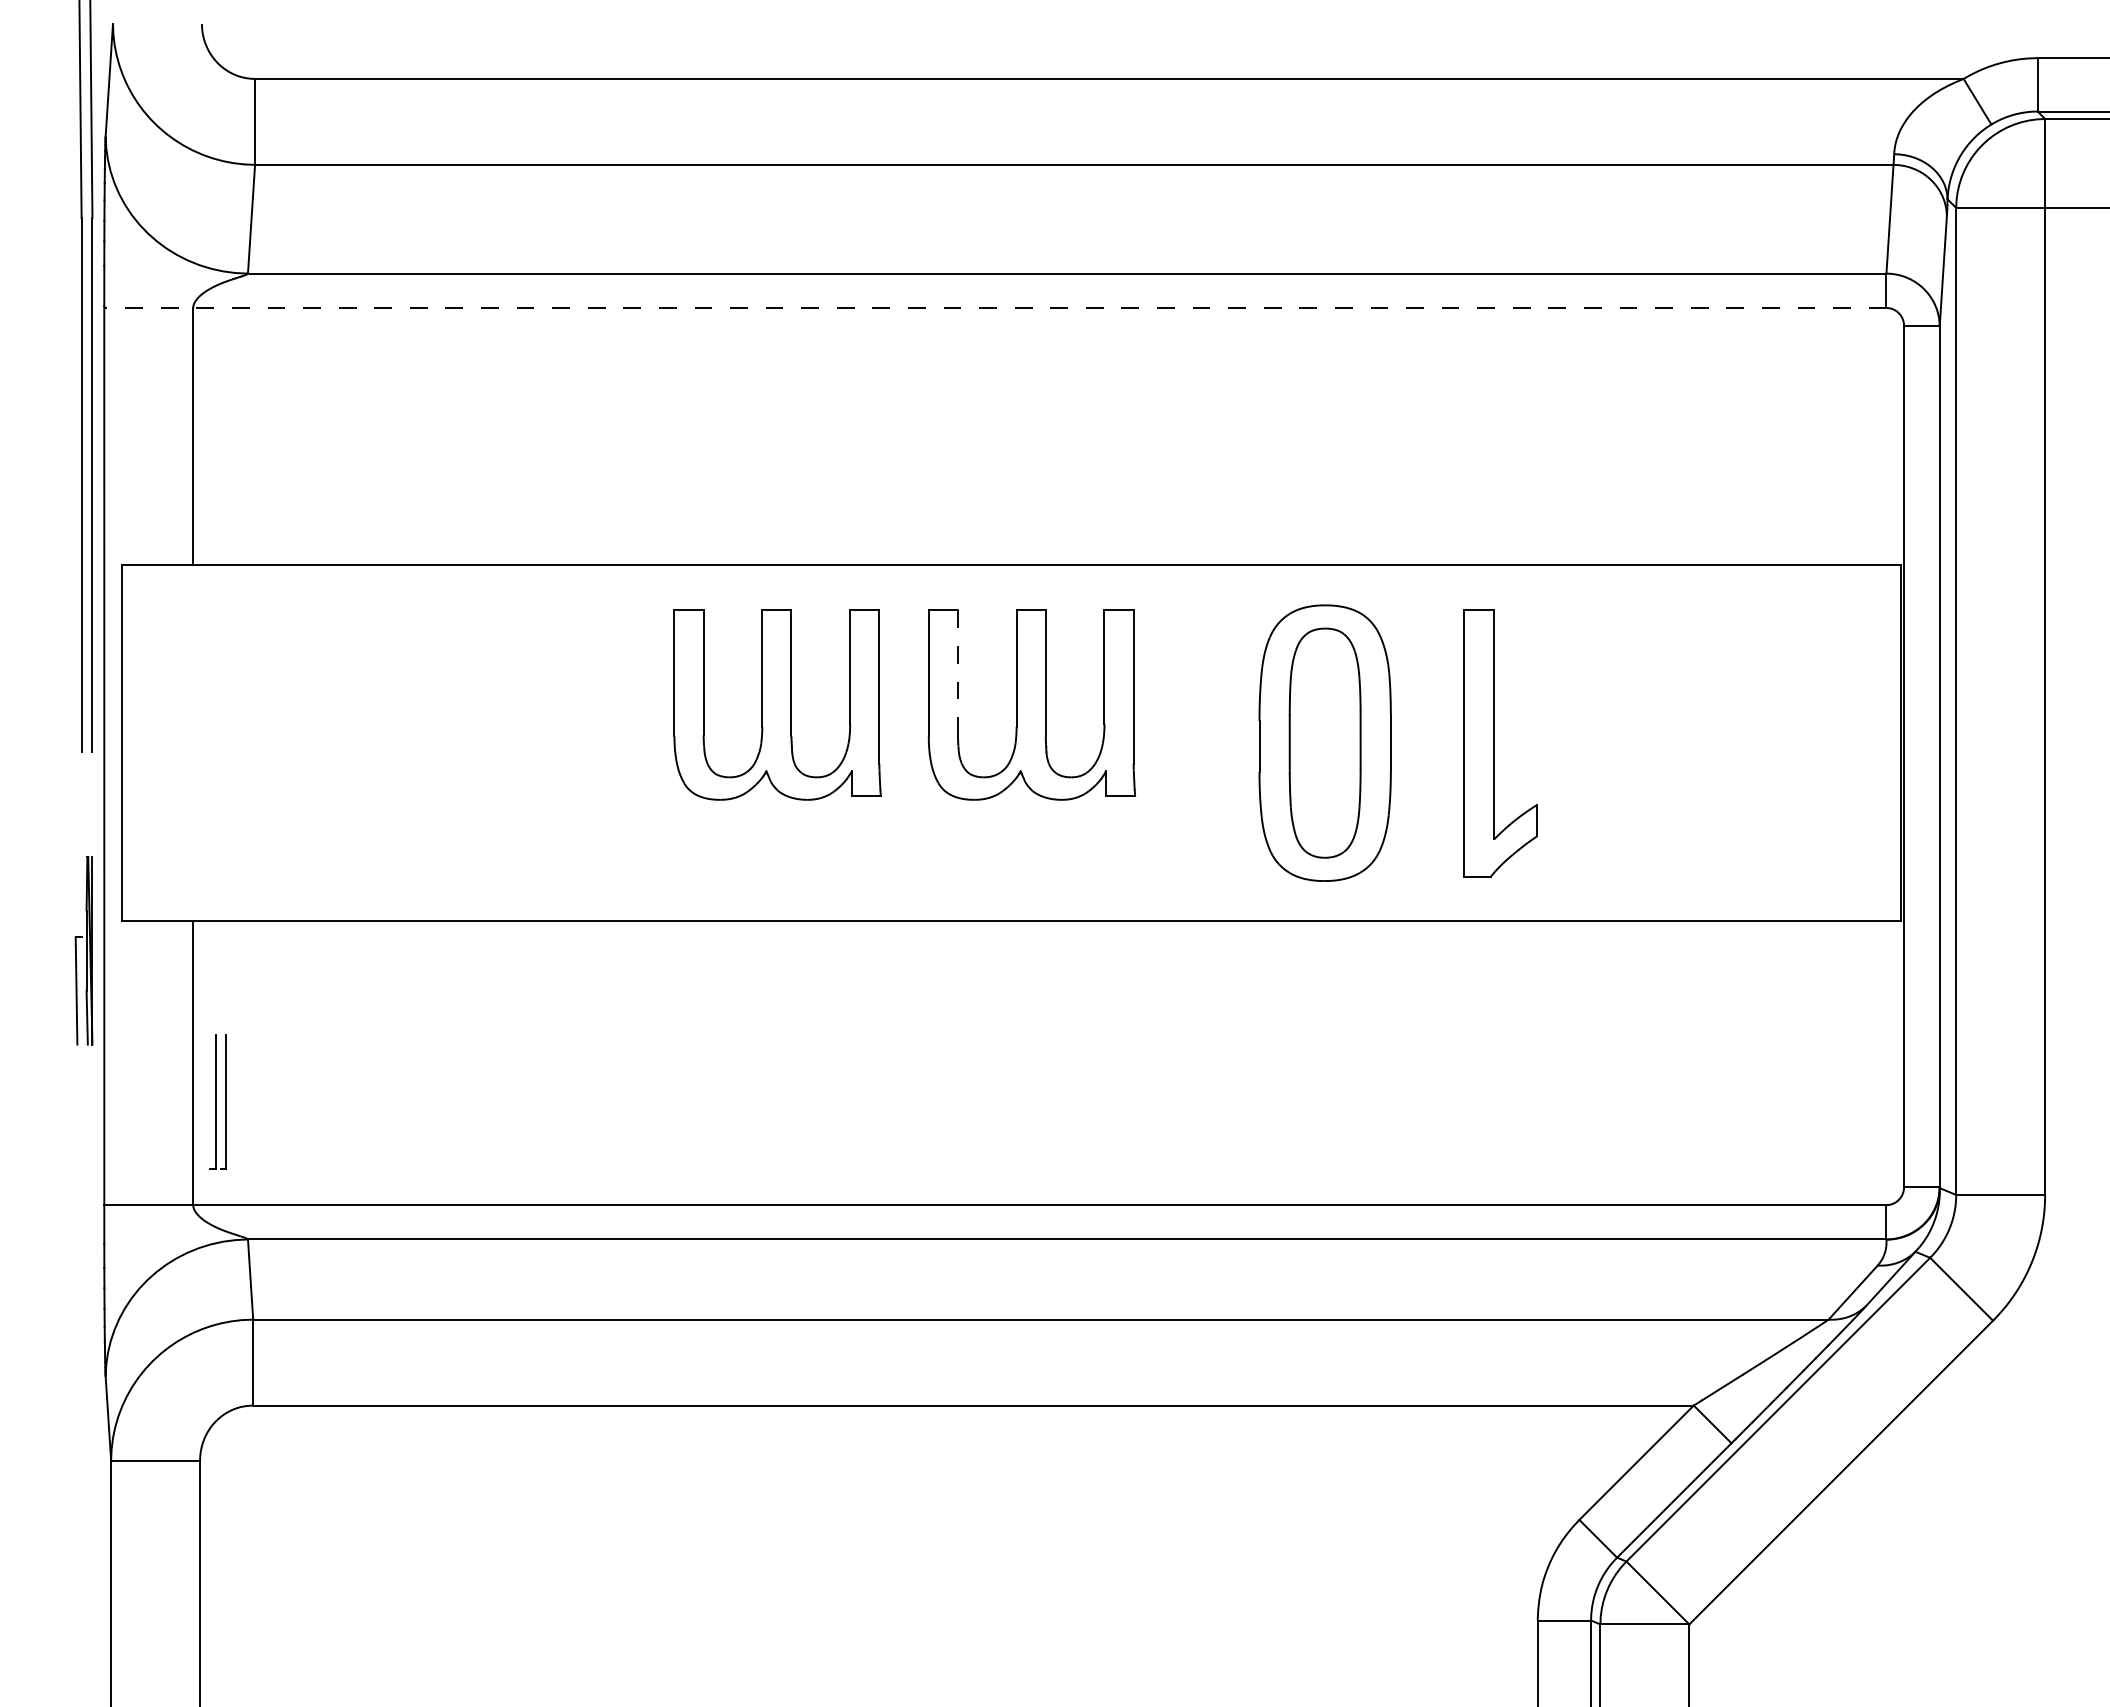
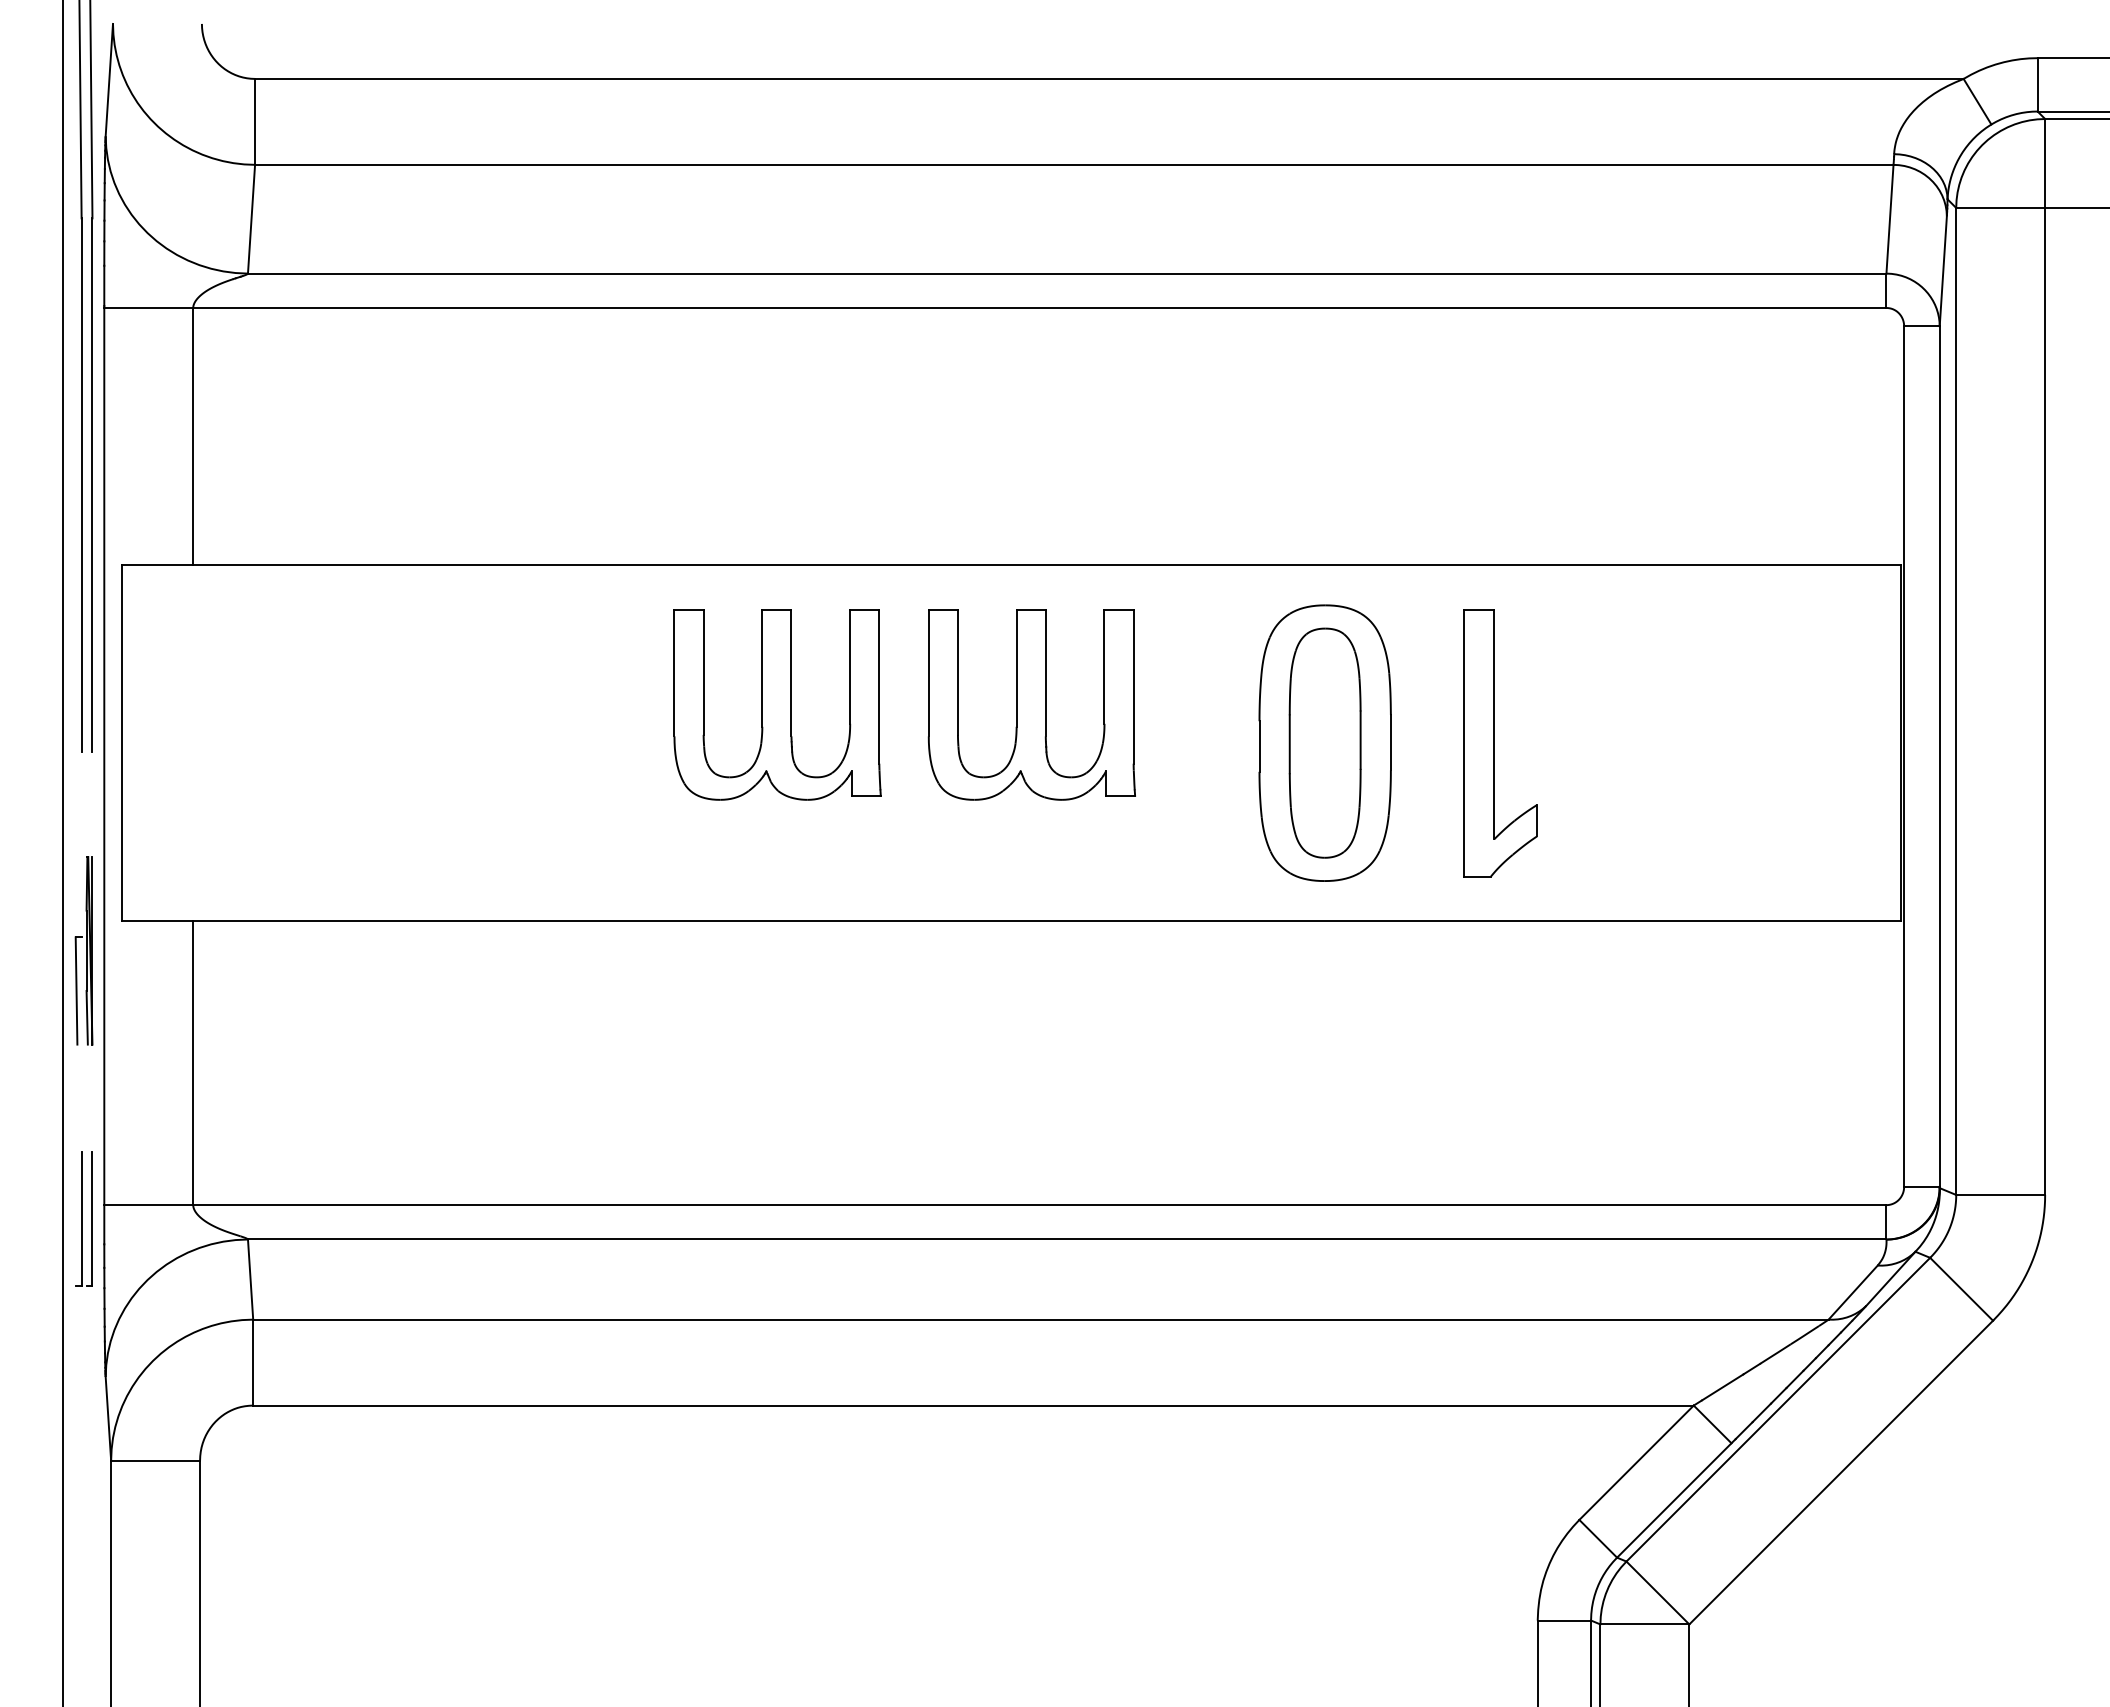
line at (994, 307): dashed -> solid
line at (957, 672): dashed -> solid
line at (63, 852): none -> present
part at (217, 1101) position: (217, 1101) -> (83, 1218)
